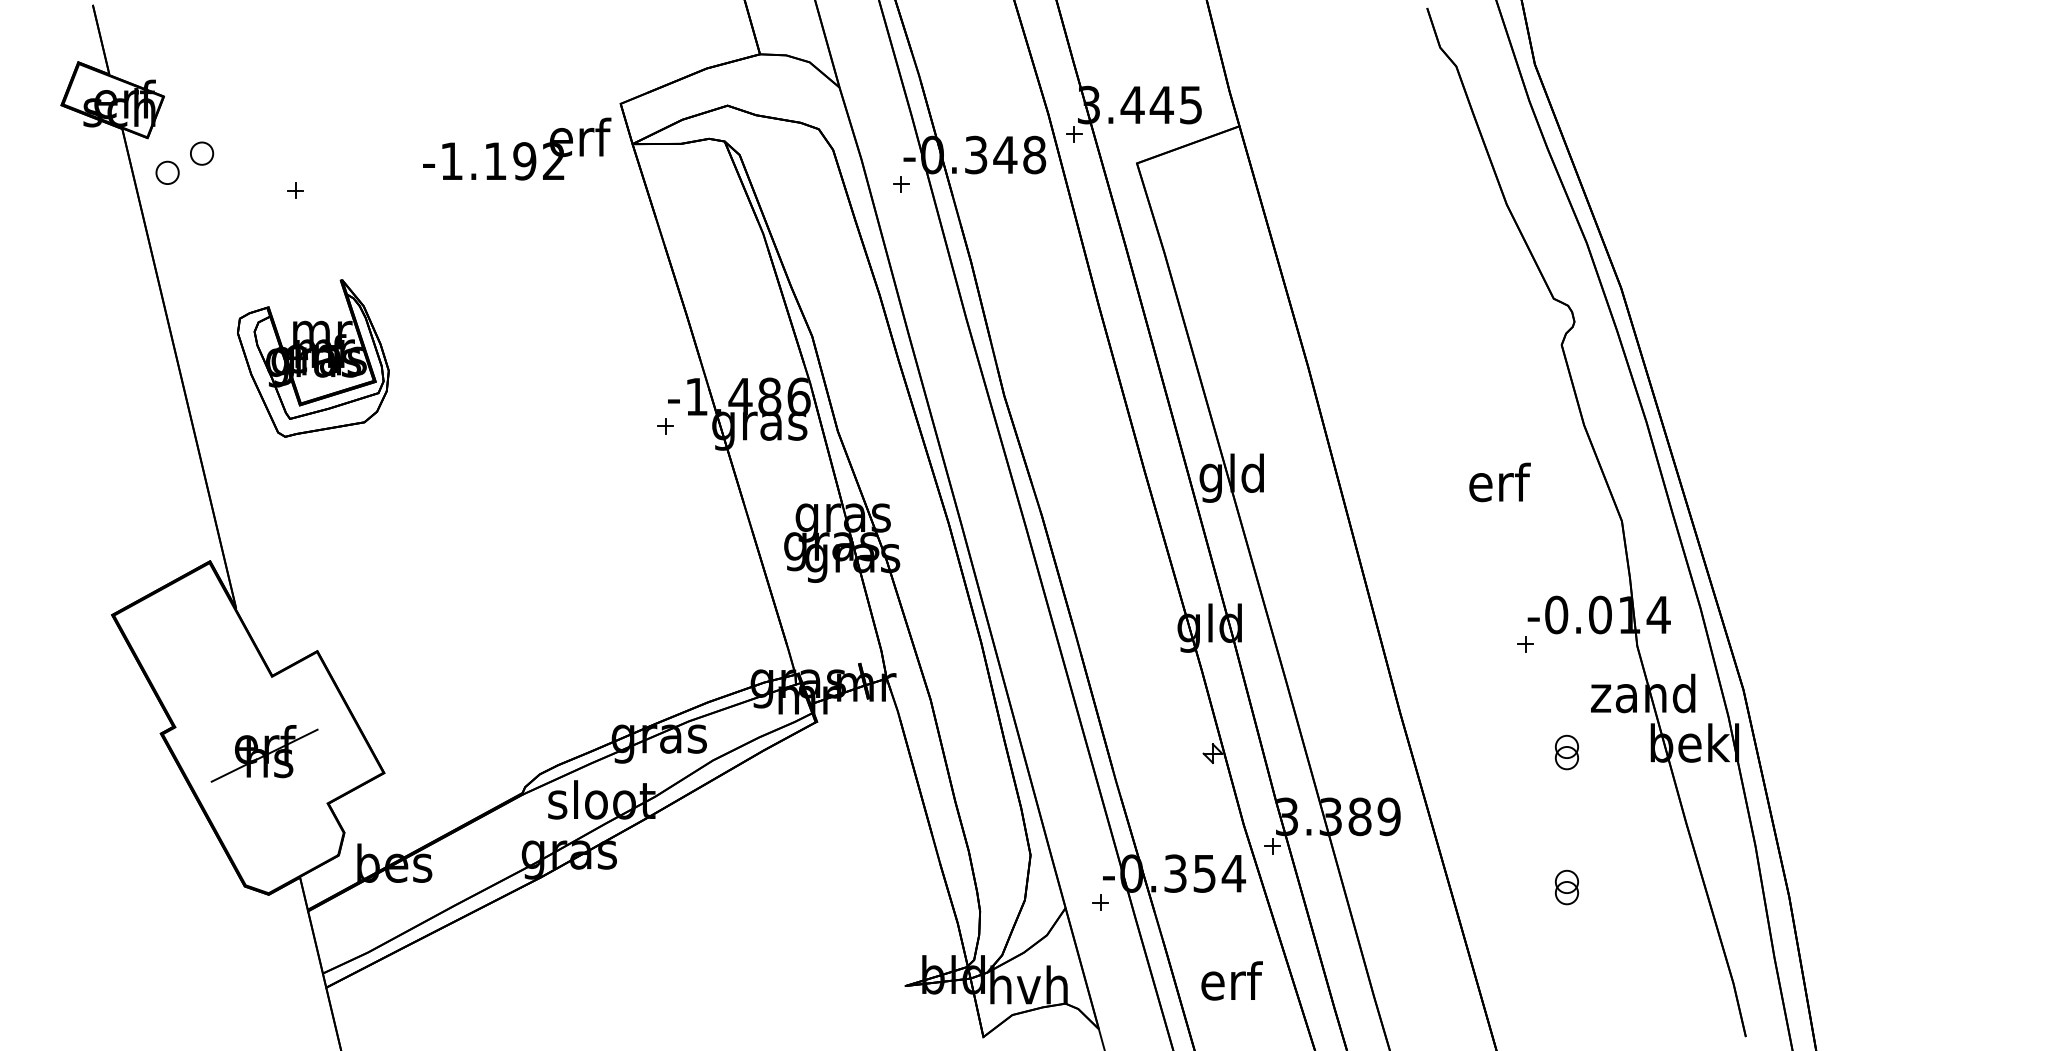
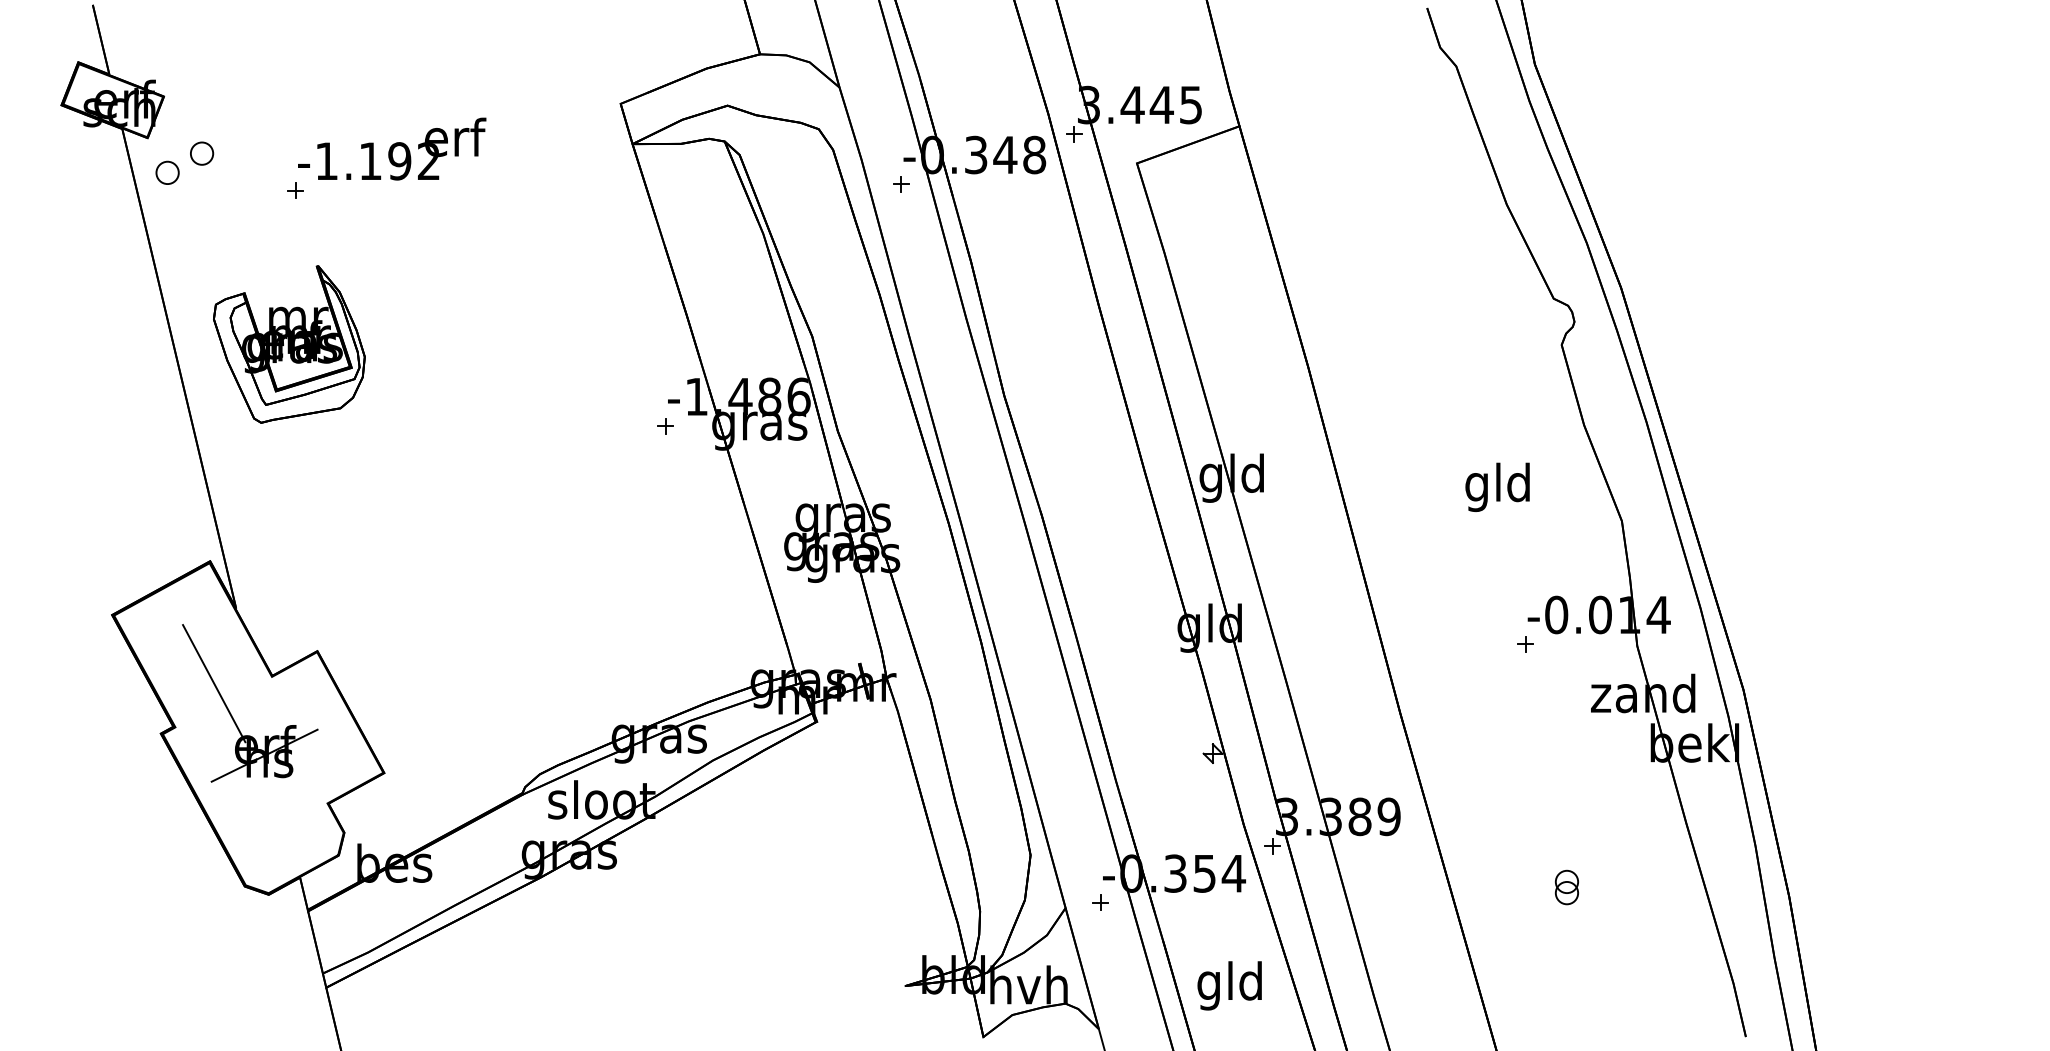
text at (517, 148) position: (517, 148) -> (392, 148)
part at (313, 358) position: (313, 358) -> (289, 344)
text at (1497, 487): erf -> gld
line at (214, 683): none -> present
part at (1566, 752): present -> none
text at (1229, 985): erf -> gld
